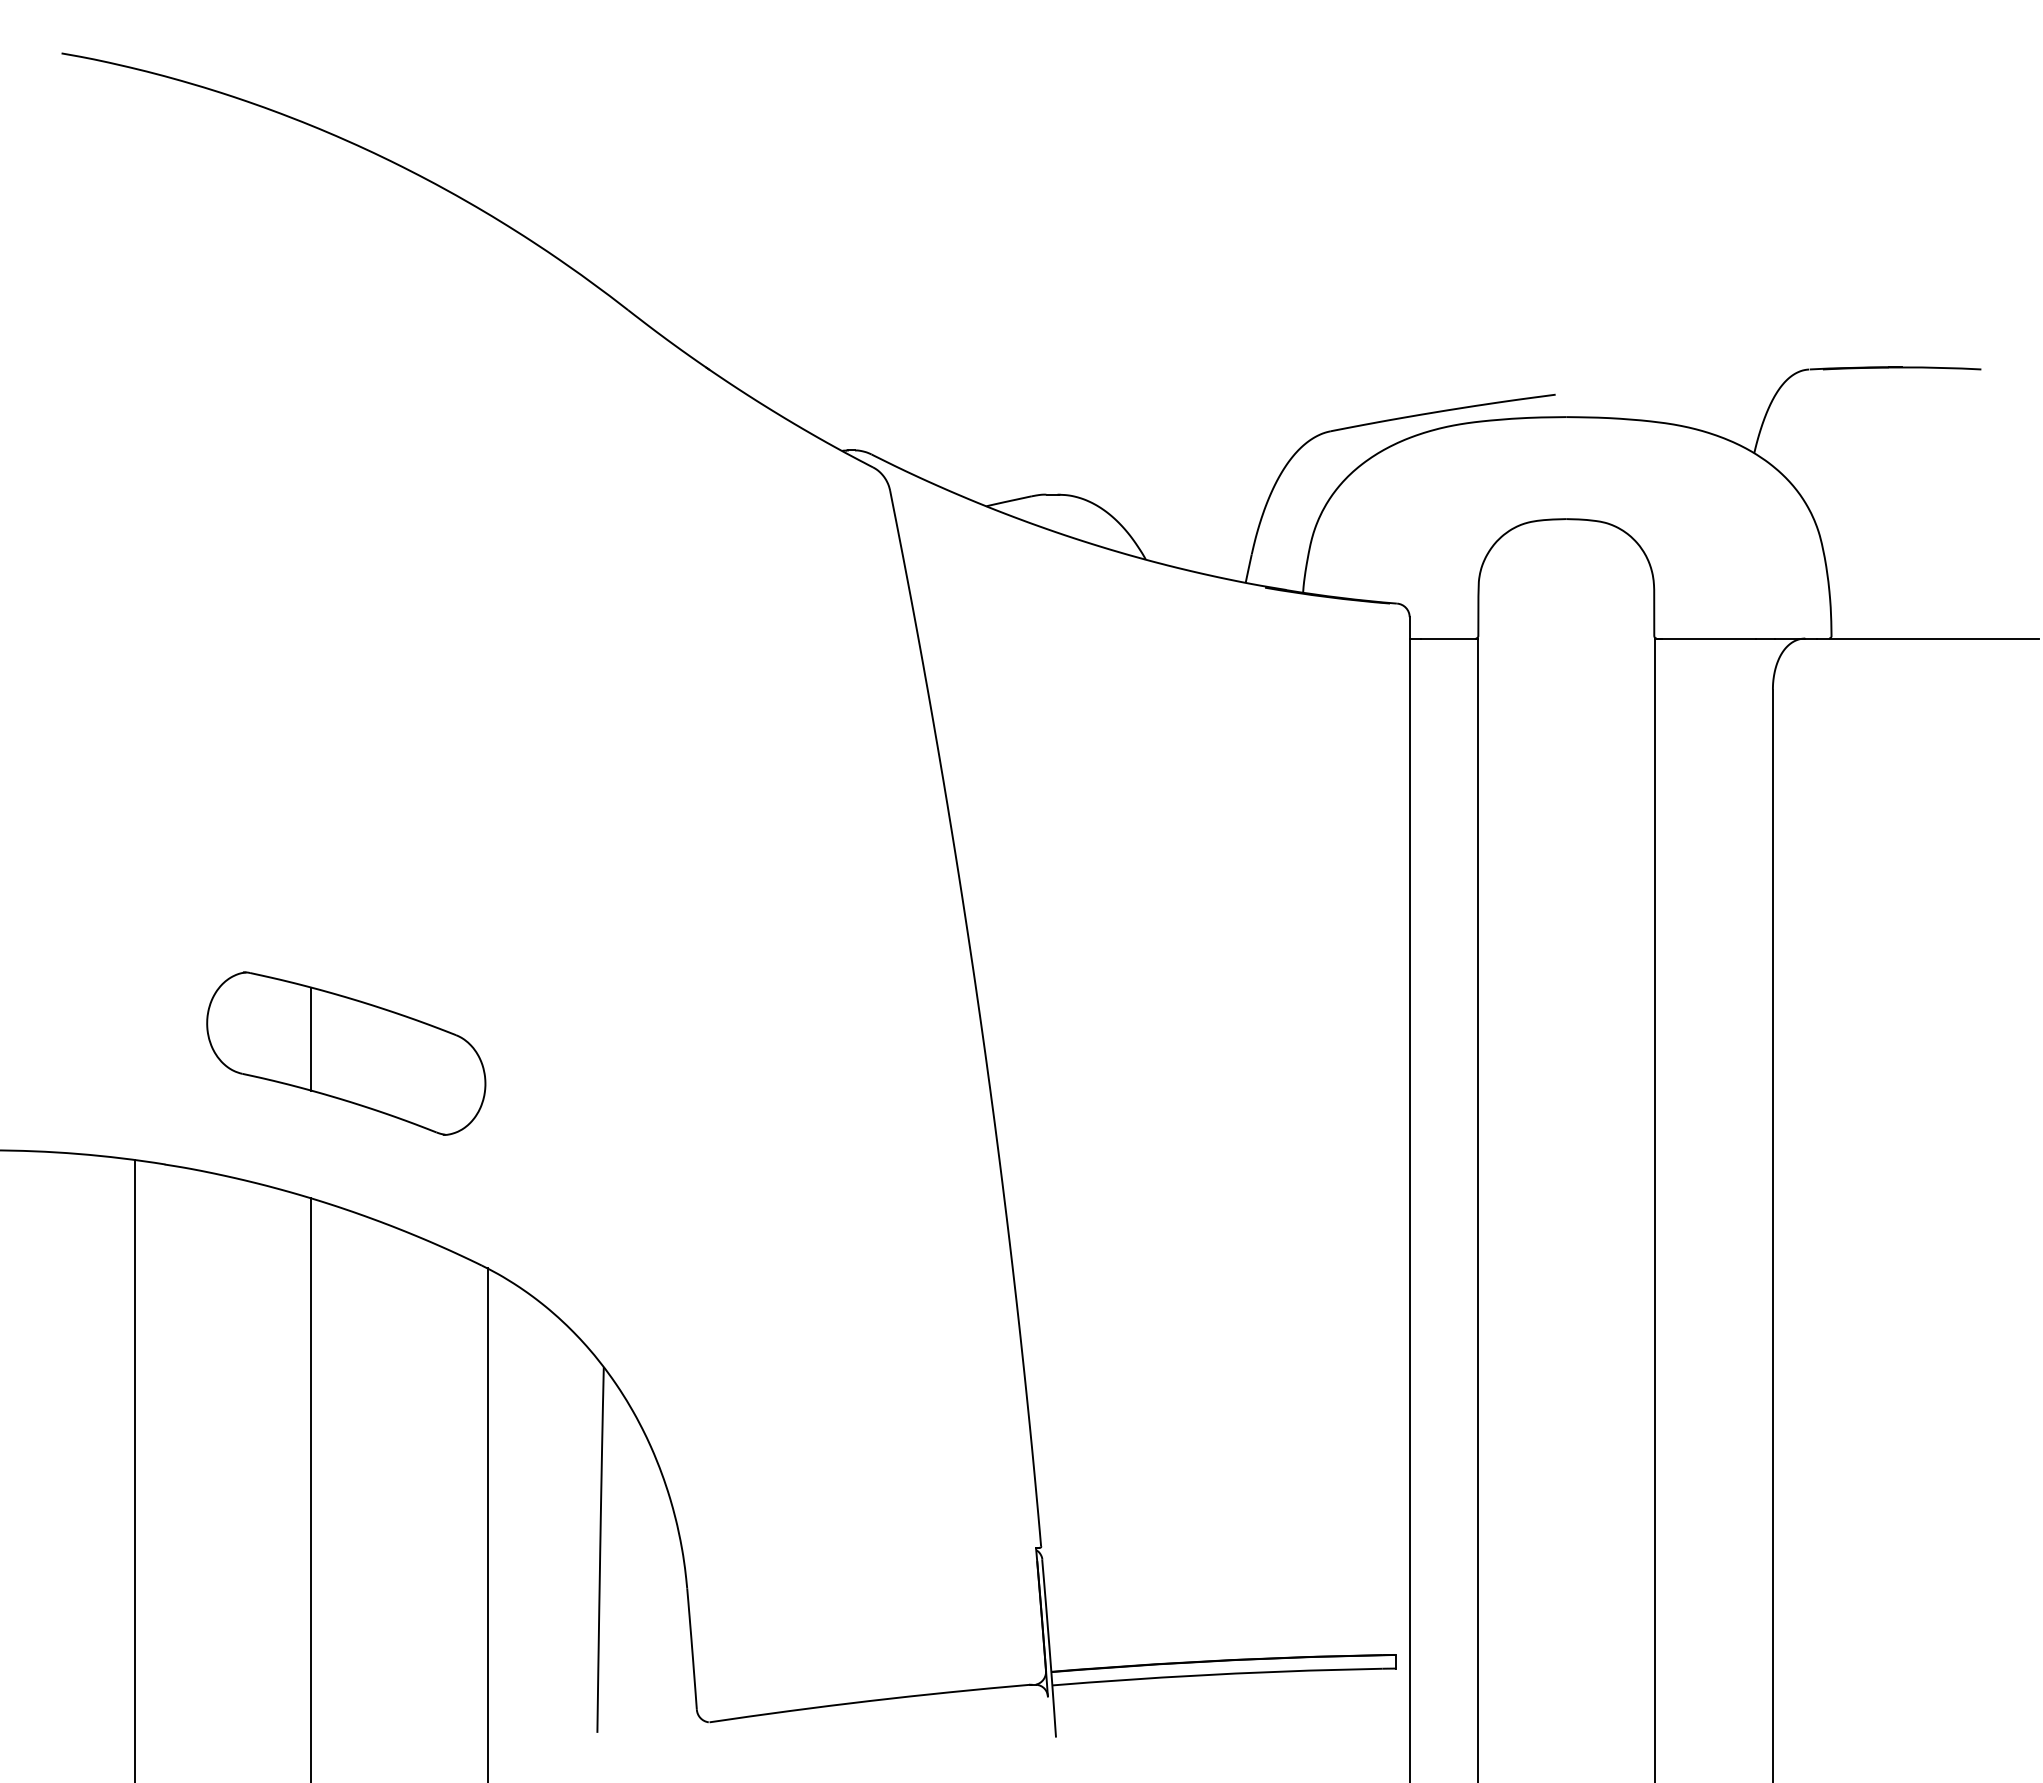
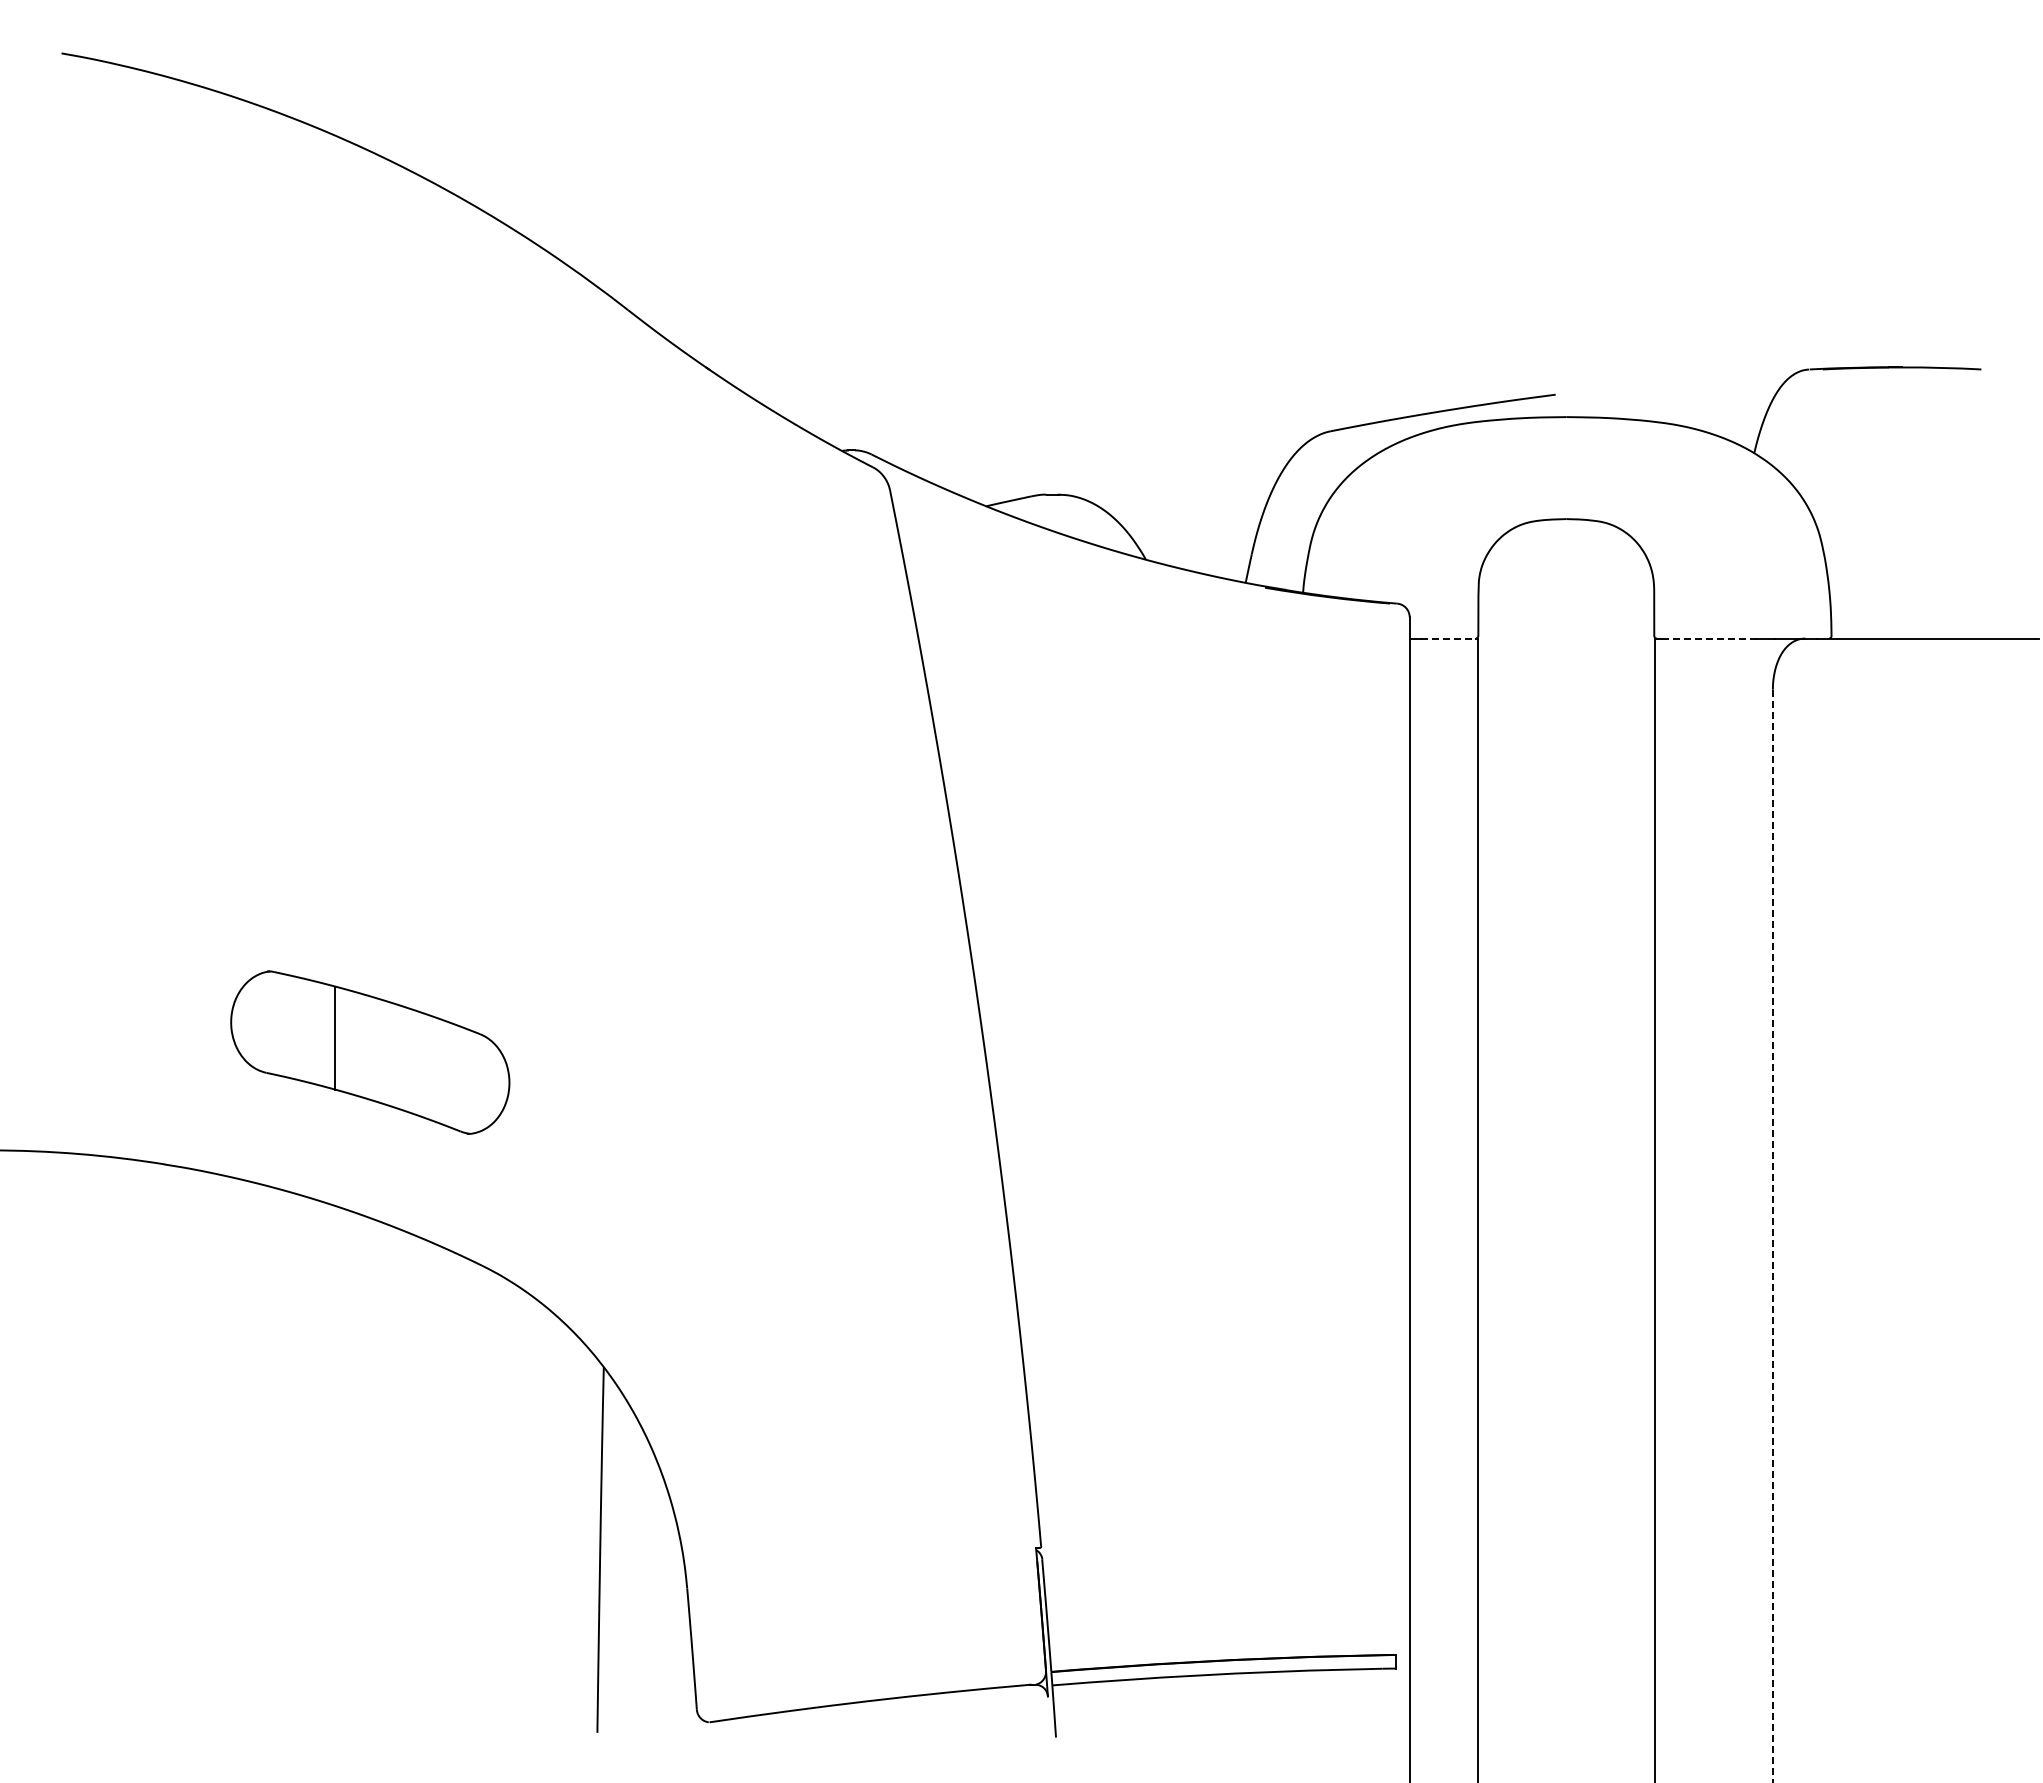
line at (1449, 638): solid -> dashed
line at (1709, 638): solid -> dashed
part at (346, 1053) position: (346, 1053) -> (370, 1052)
line at (1772, 1236): solid -> dashed
line at (135, 1469): present -> none
line at (311, 1488): present -> none
line at (487, 1523): present -> none
